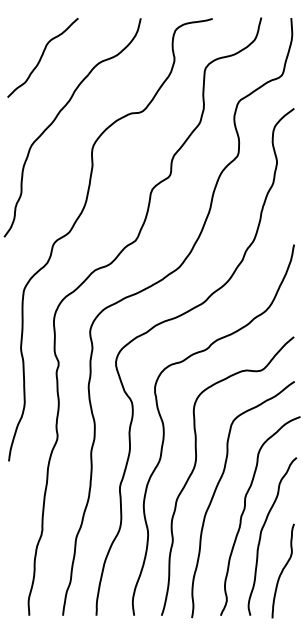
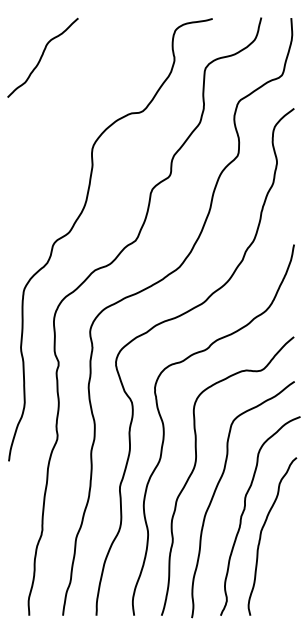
curve at (57, 117): present -> none
curve at (282, 570): present -> none
